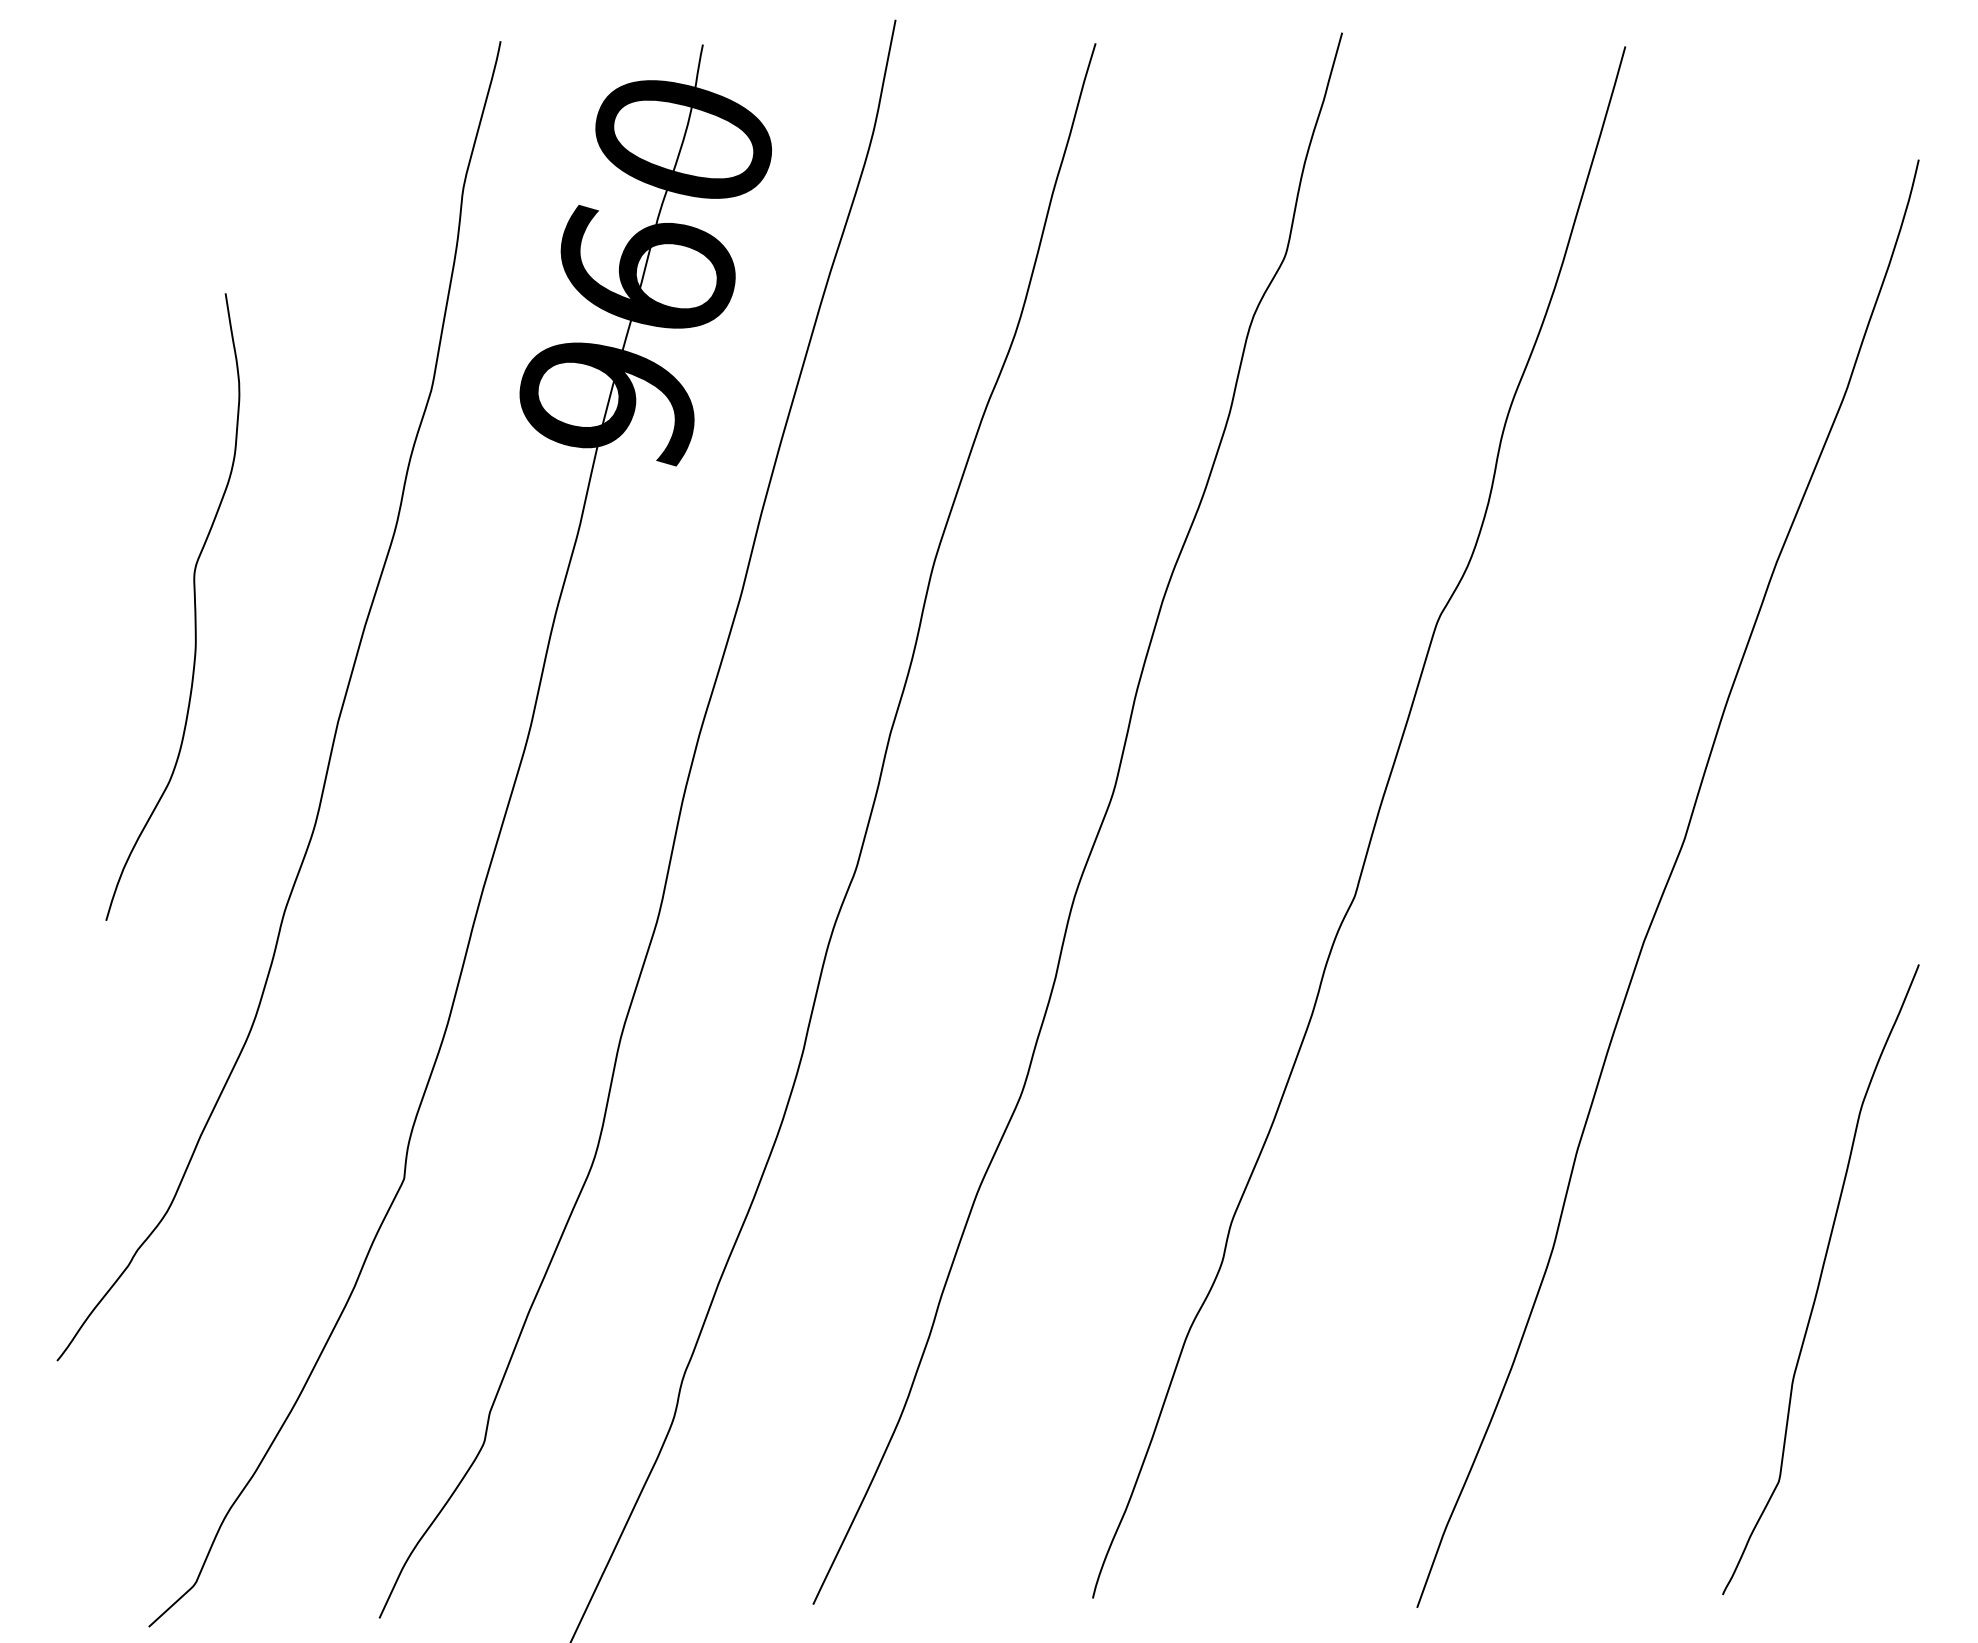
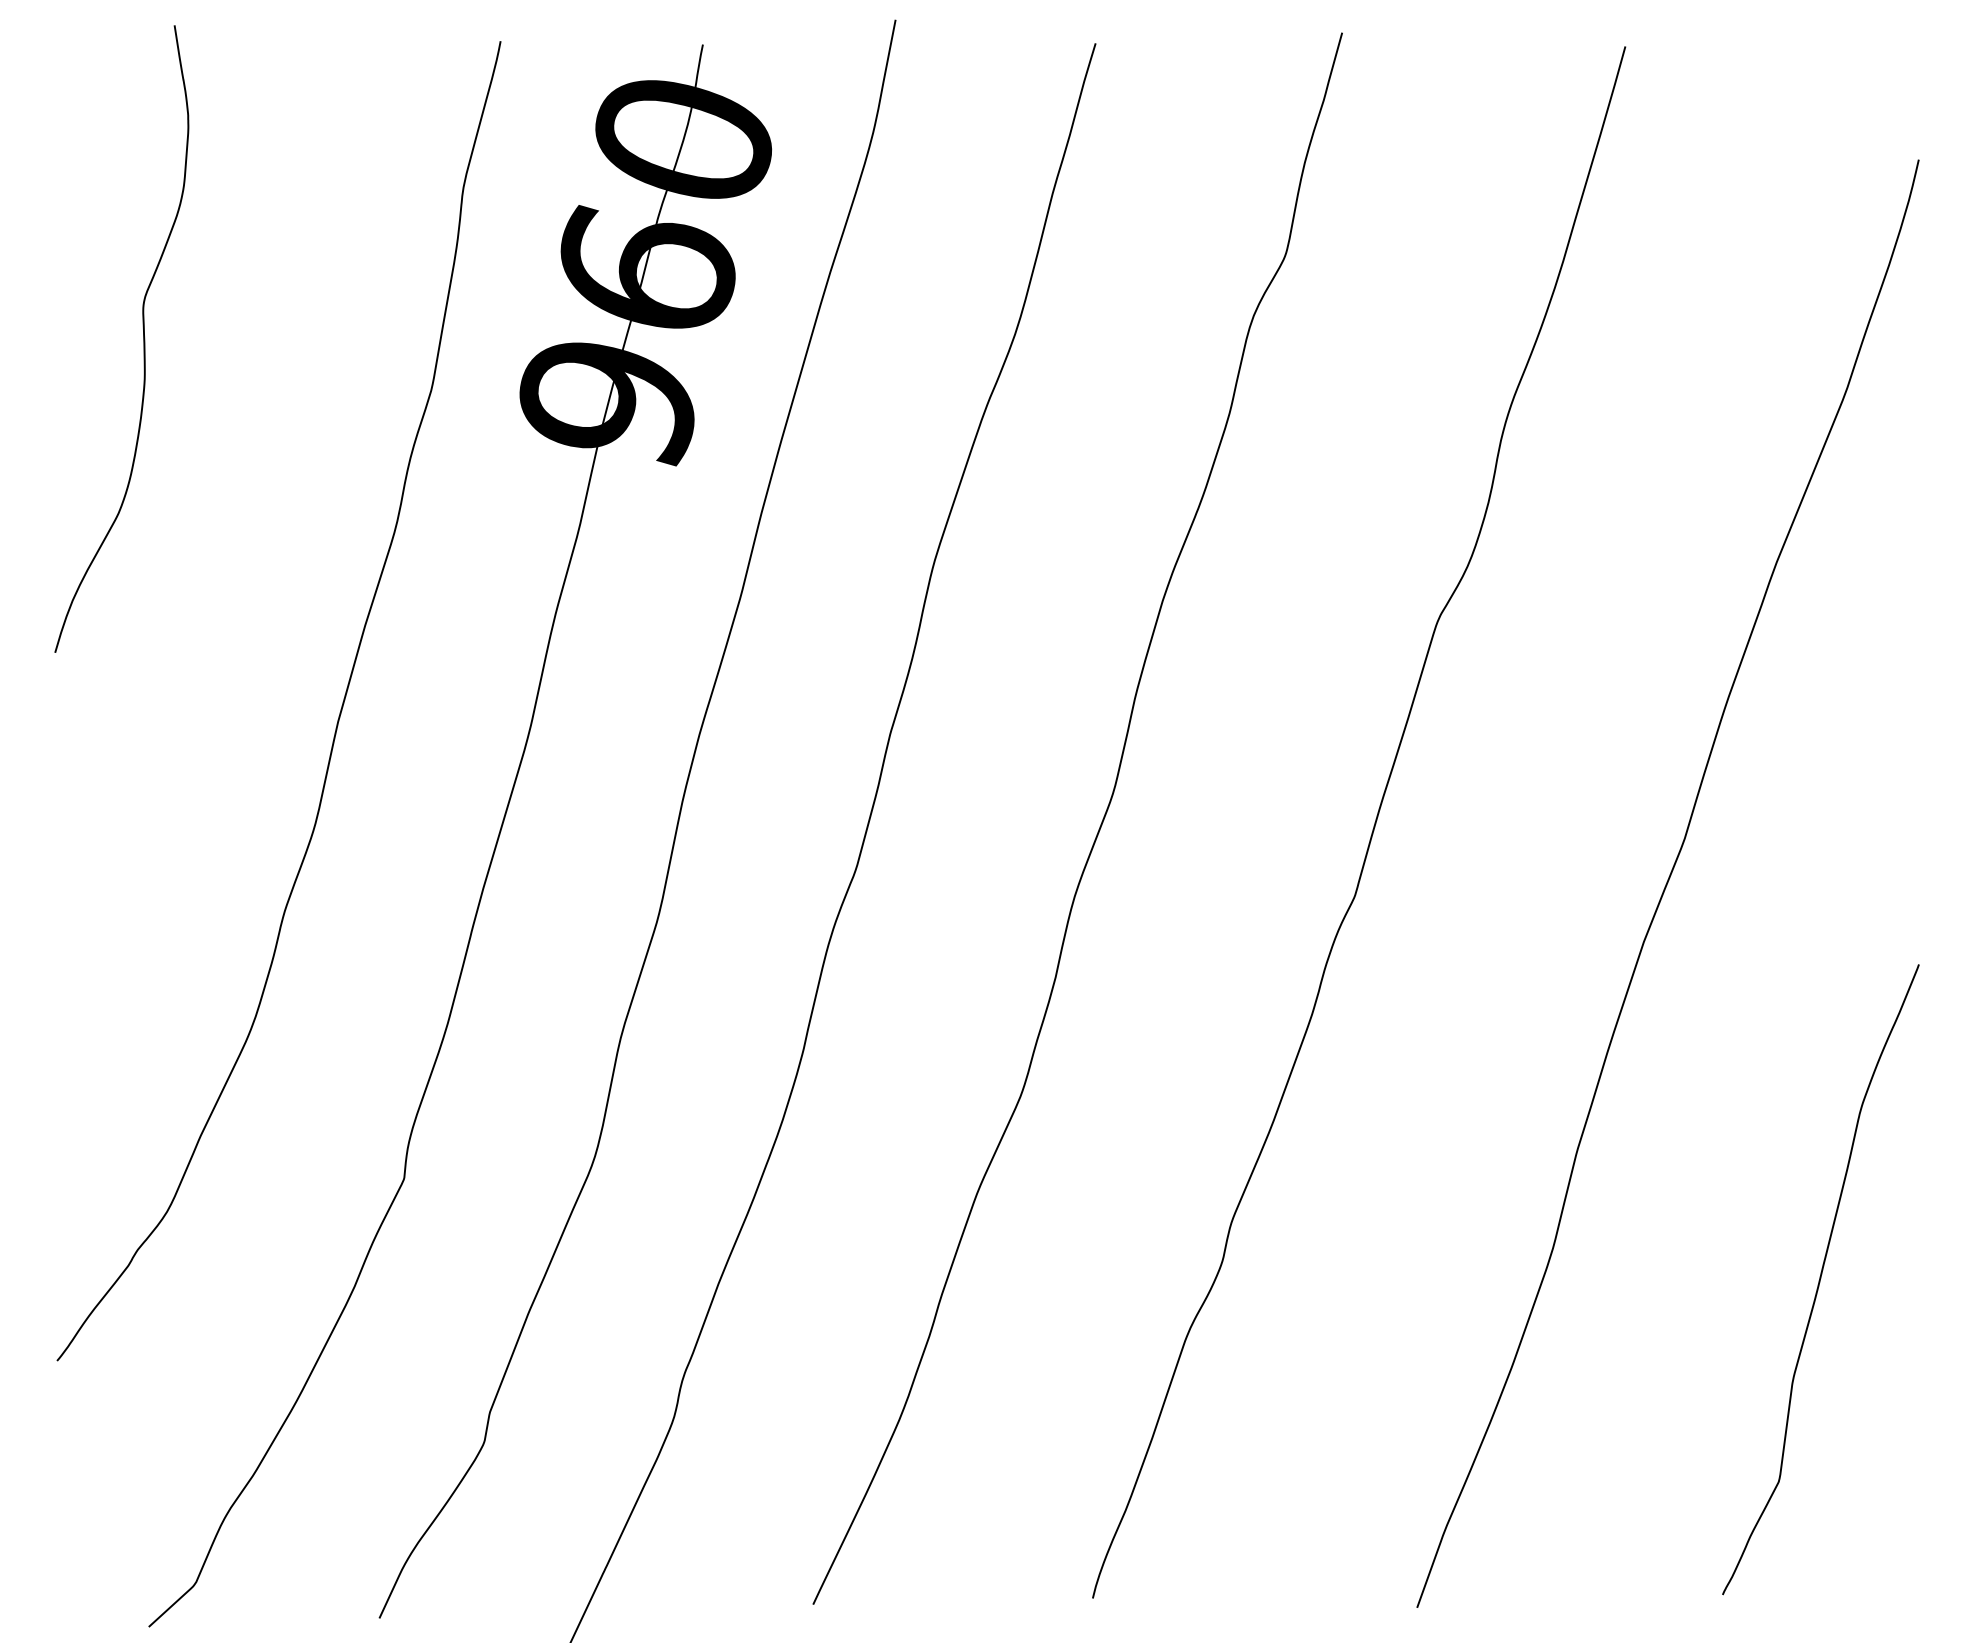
curve at (194, 606) position: (194, 606) -> (143, 338)
